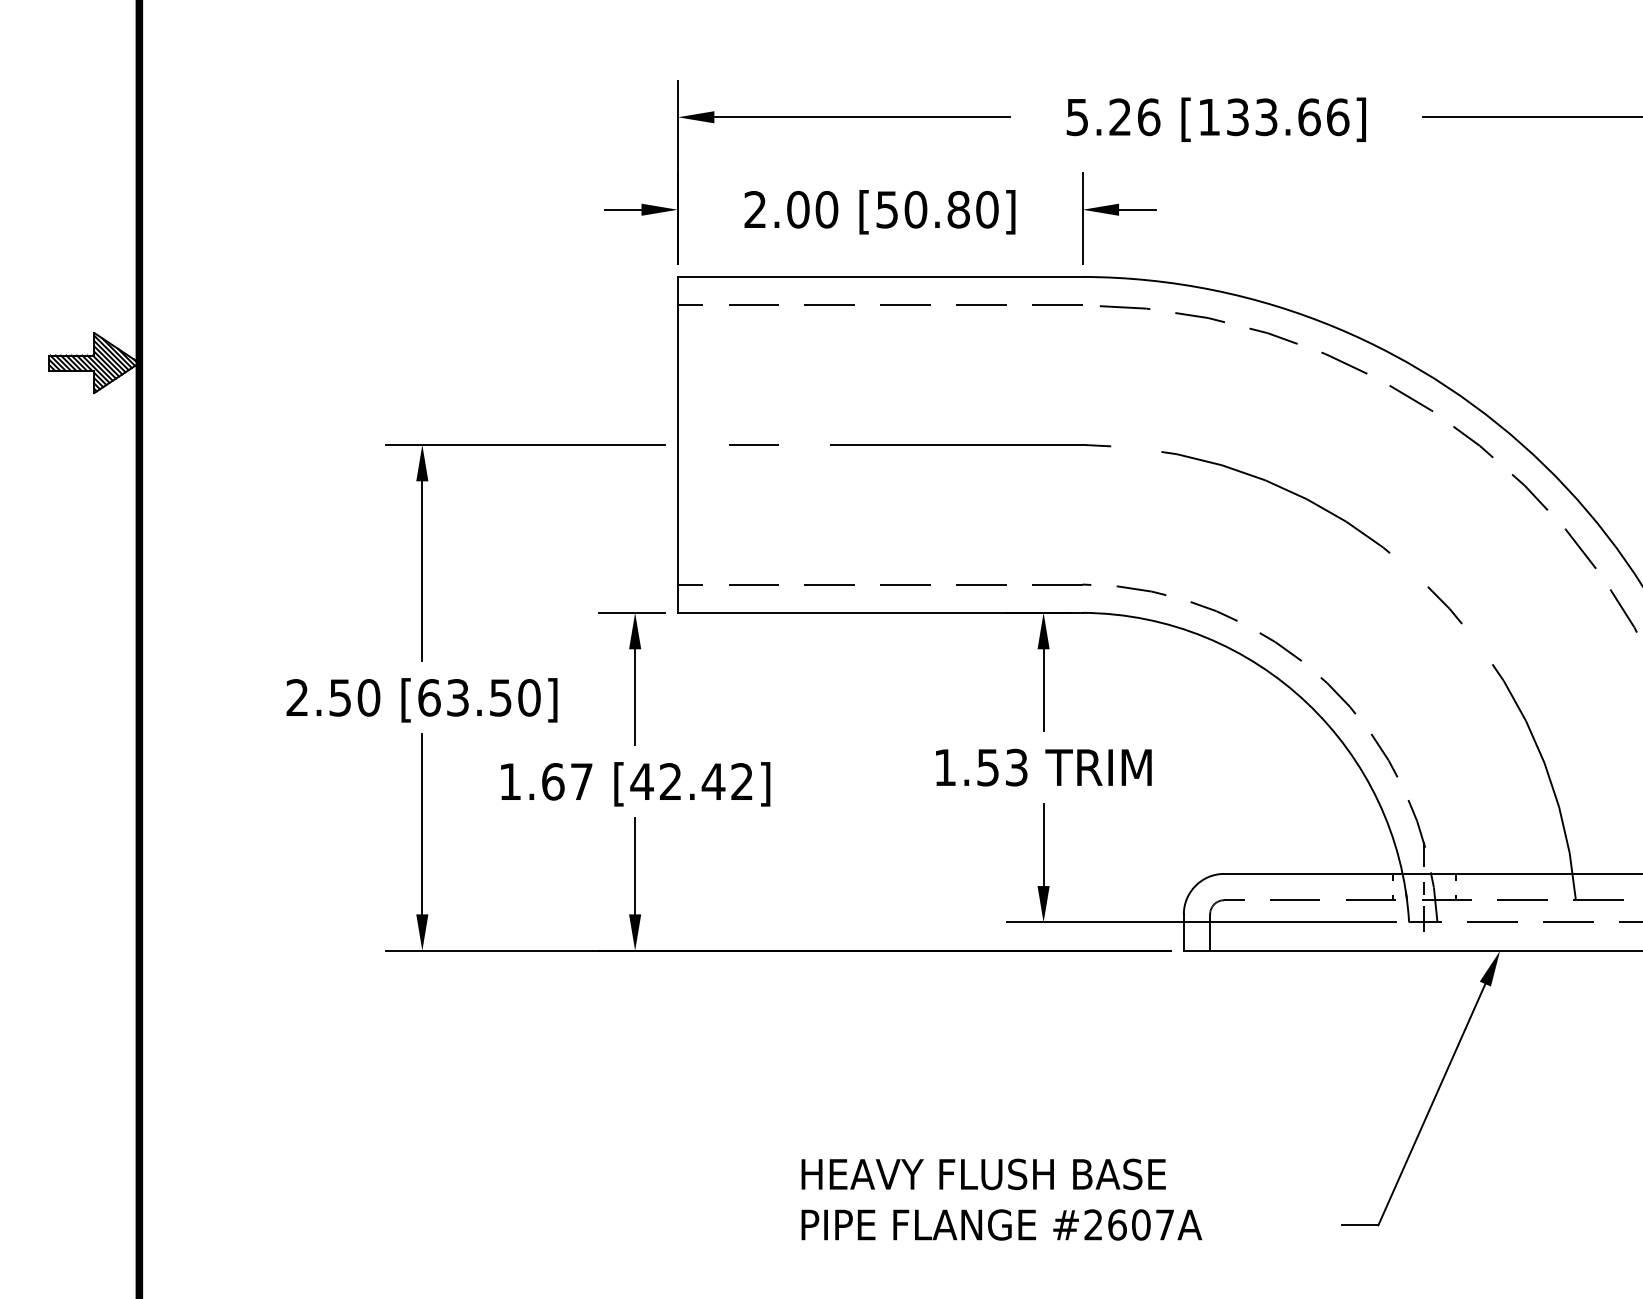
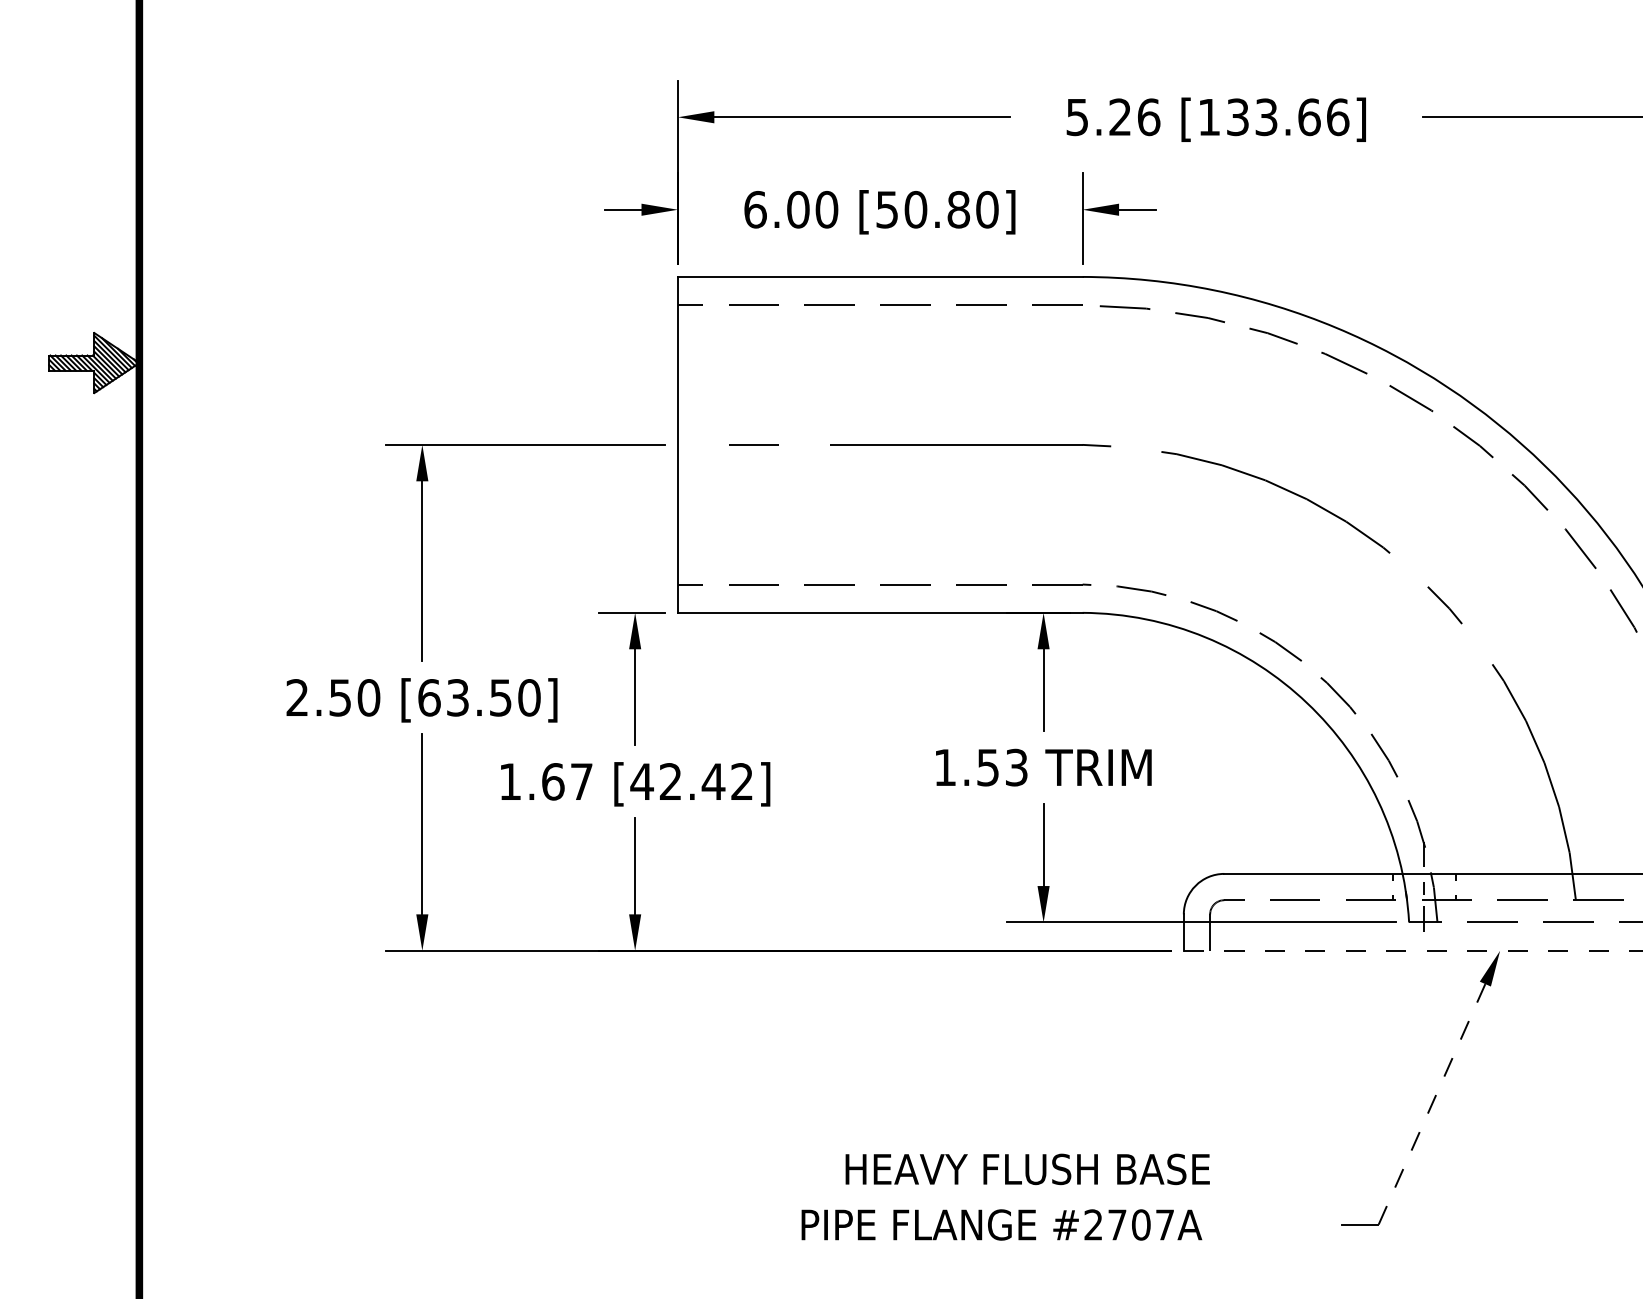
text at (755, 209): 2.00 -> 6.00
line at (1413, 950): solid -> dashed
line at (1431, 1104): solid -> dashed
text at (983, 1174) position: (983, 1174) -> (1027, 1169)
text at (1117, 1224): #2607A -> #2707A
